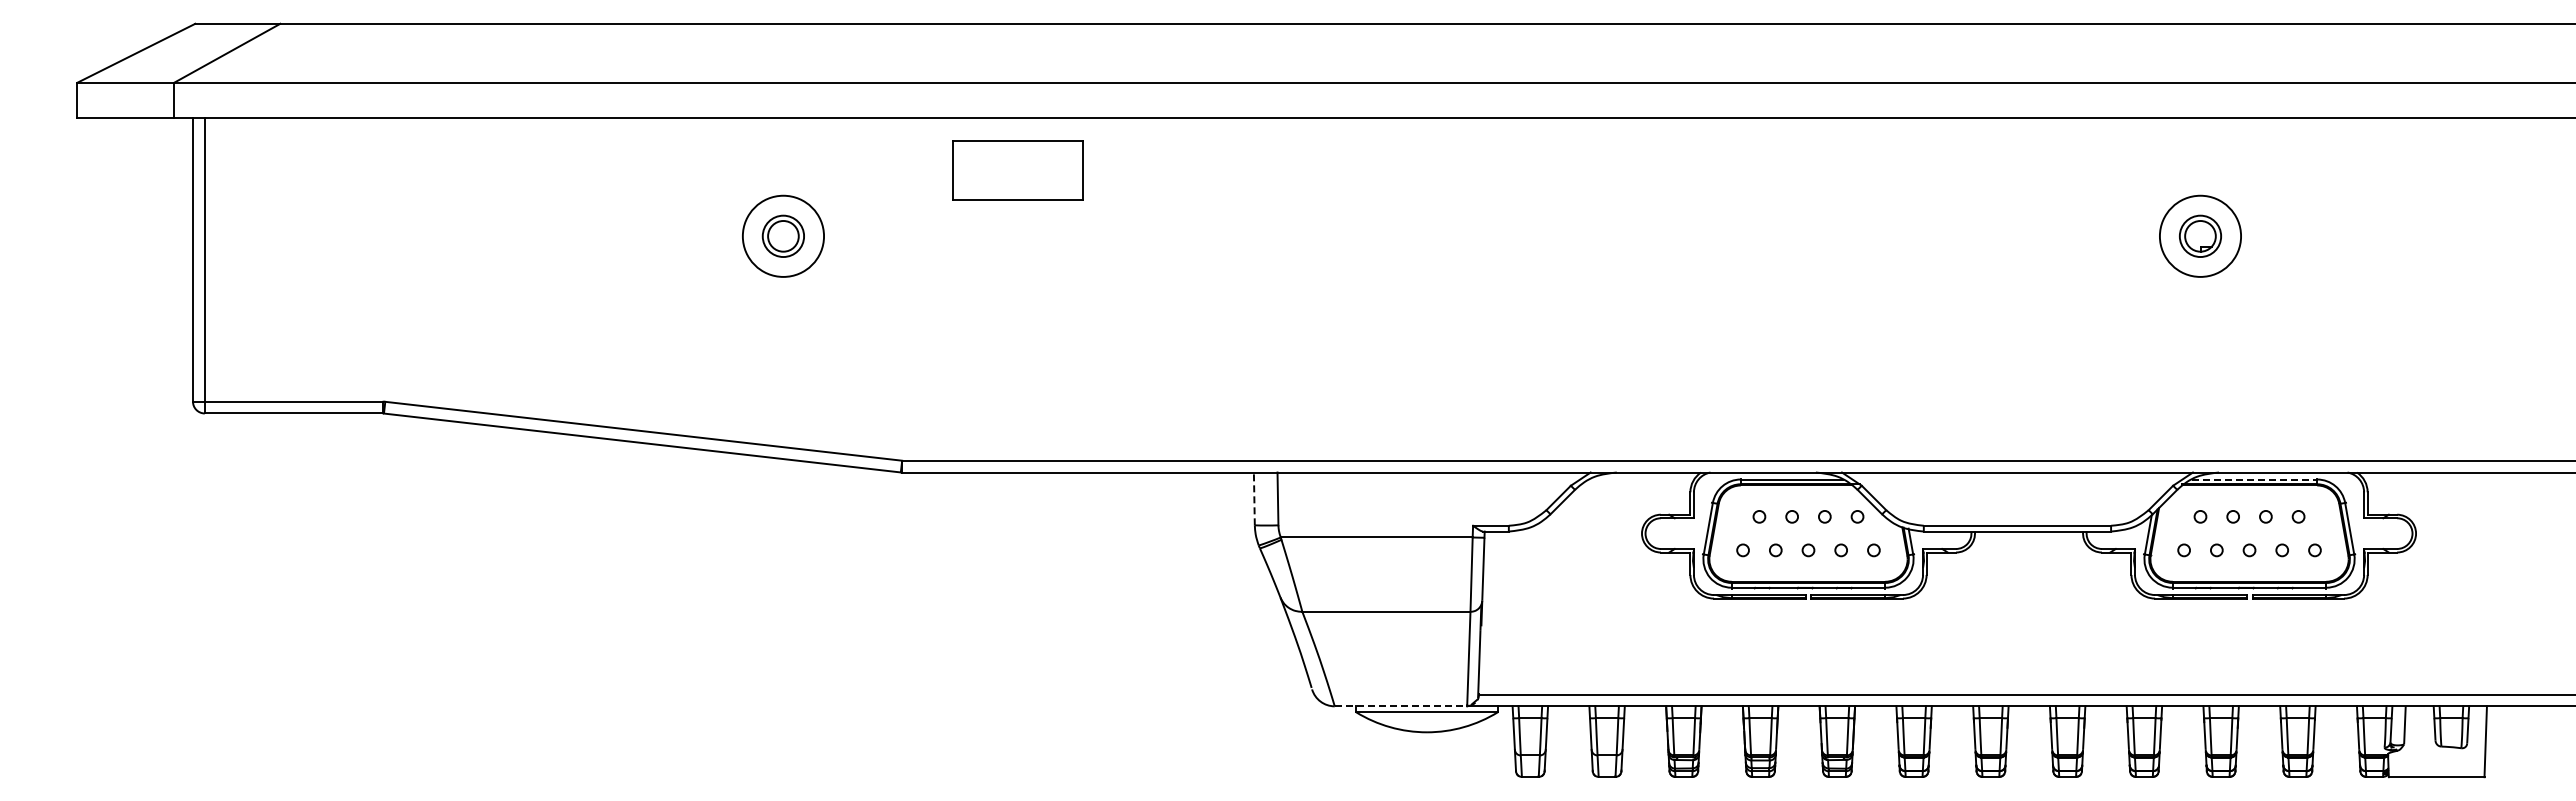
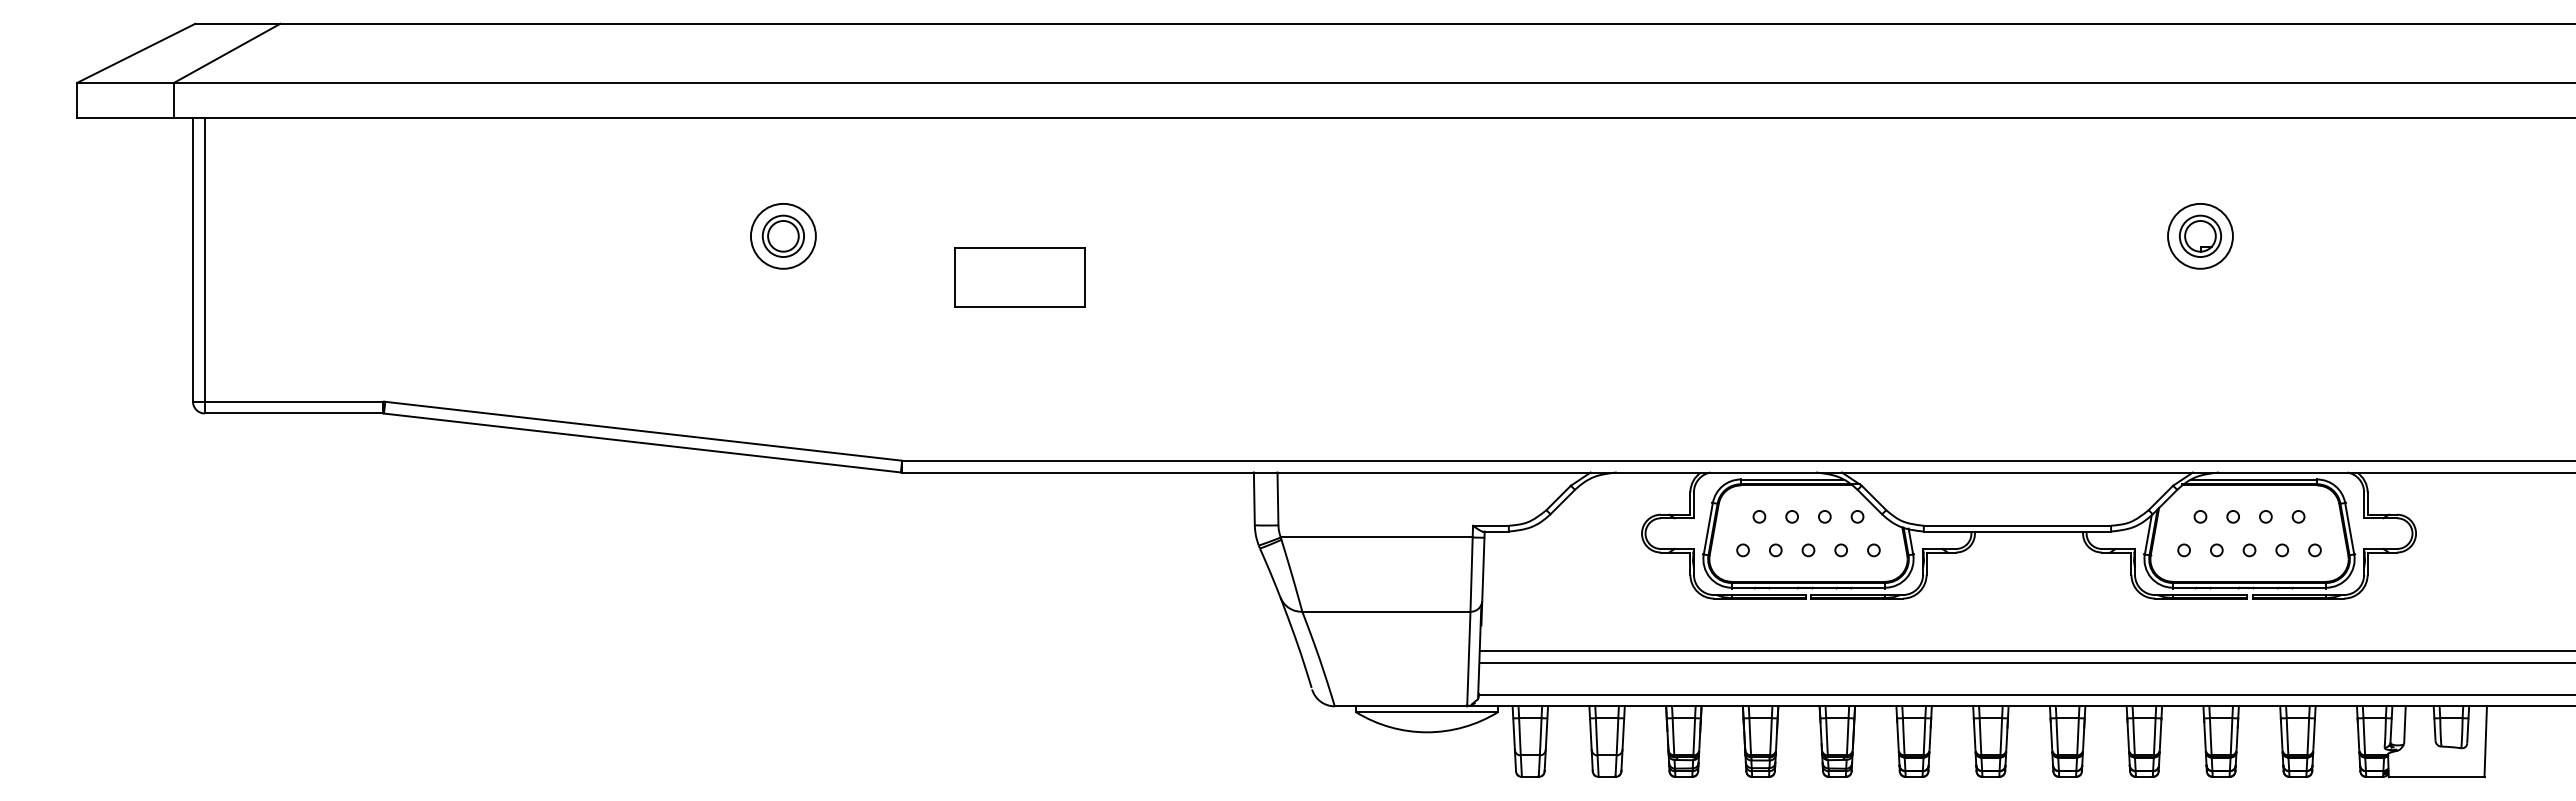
part at (1017, 170) position: (1017, 170) -> (1019, 277)
circle at (783, 235) diameter: 81 px -> 65 px
circle at (2200, 235) diameter: 81 px -> 65 px
line at (2254, 479): dashed -> solid
line at (1254, 498): dashed -> solid
line at (2025, 650): none -> present
line at (2026, 662): none -> present
line at (1401, 706): dashed -> solid
